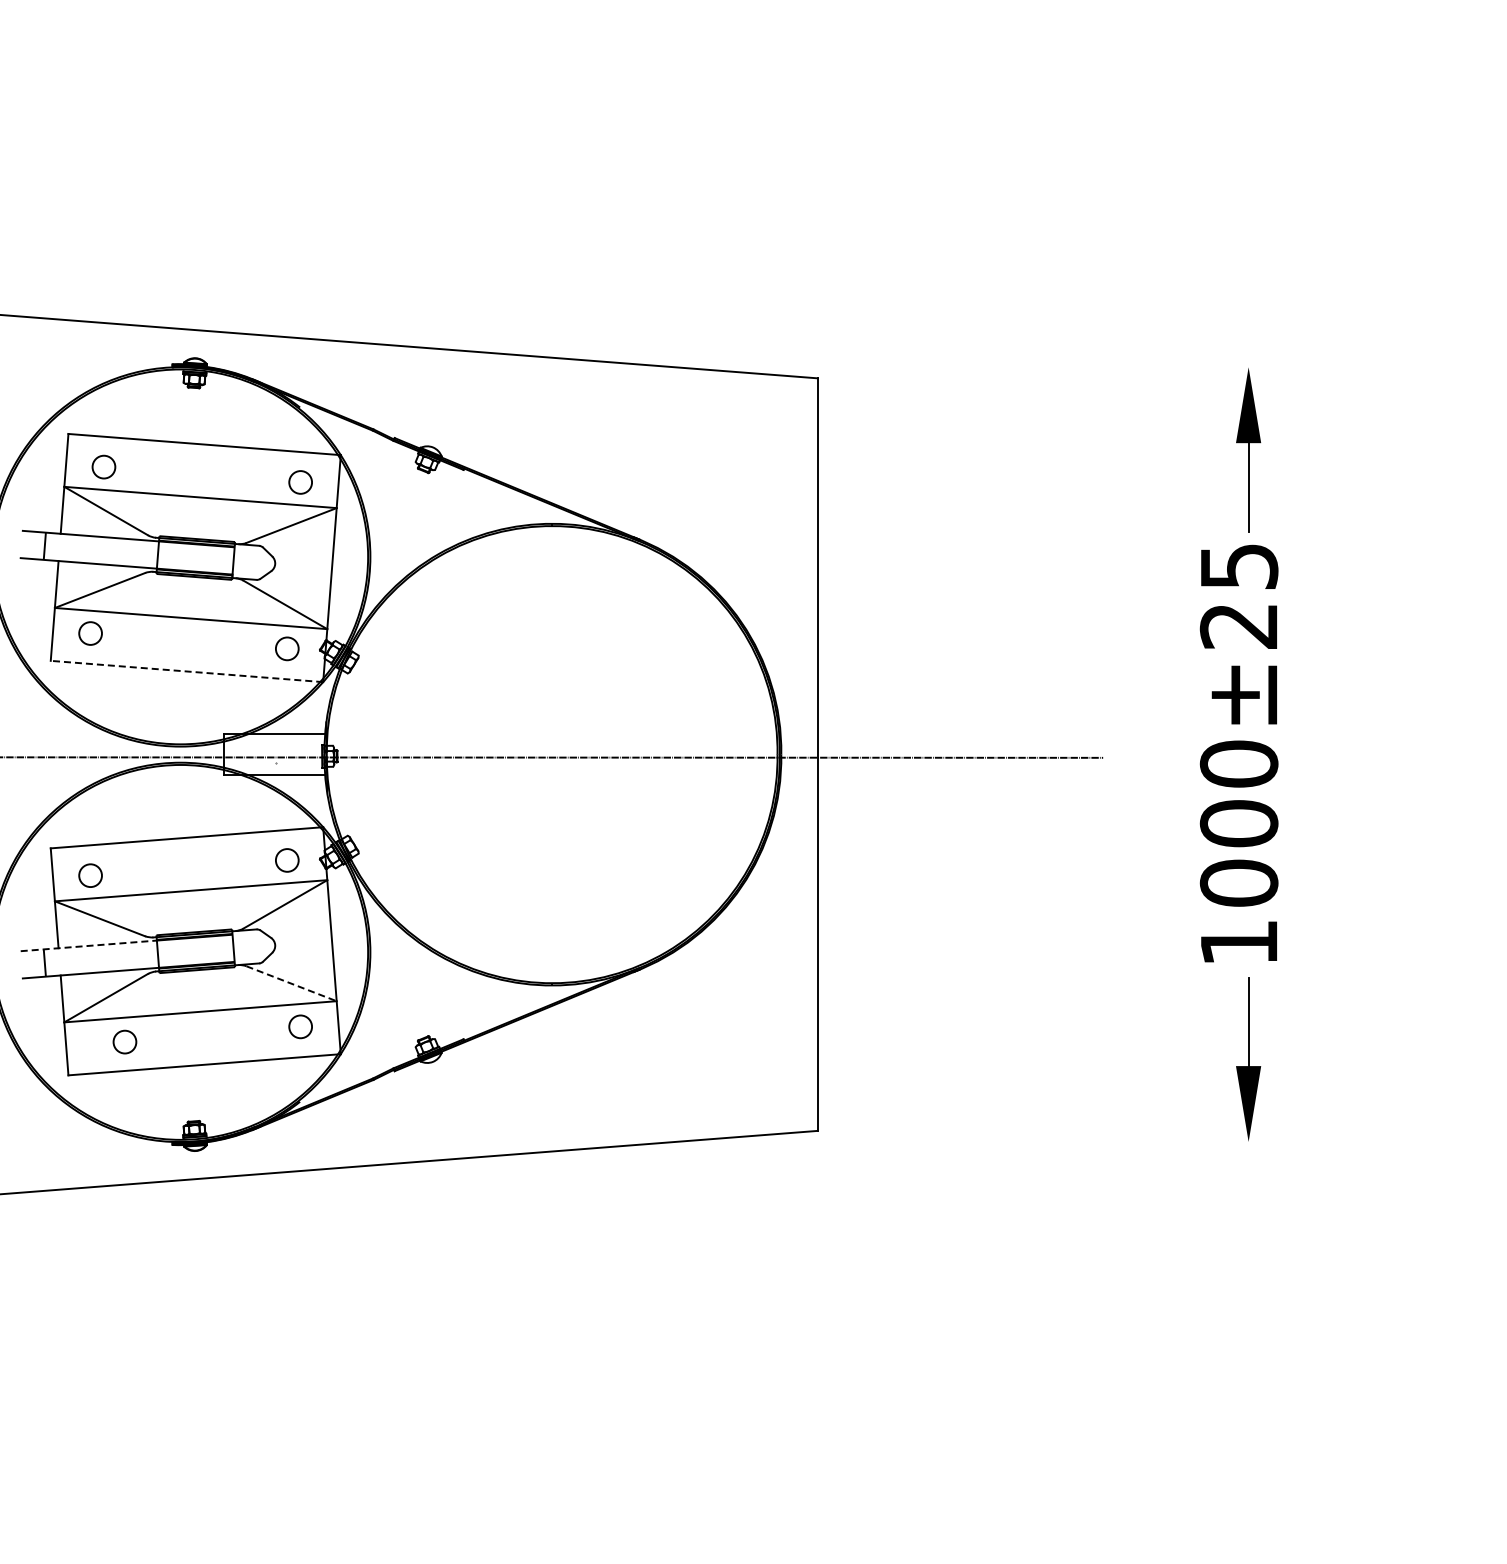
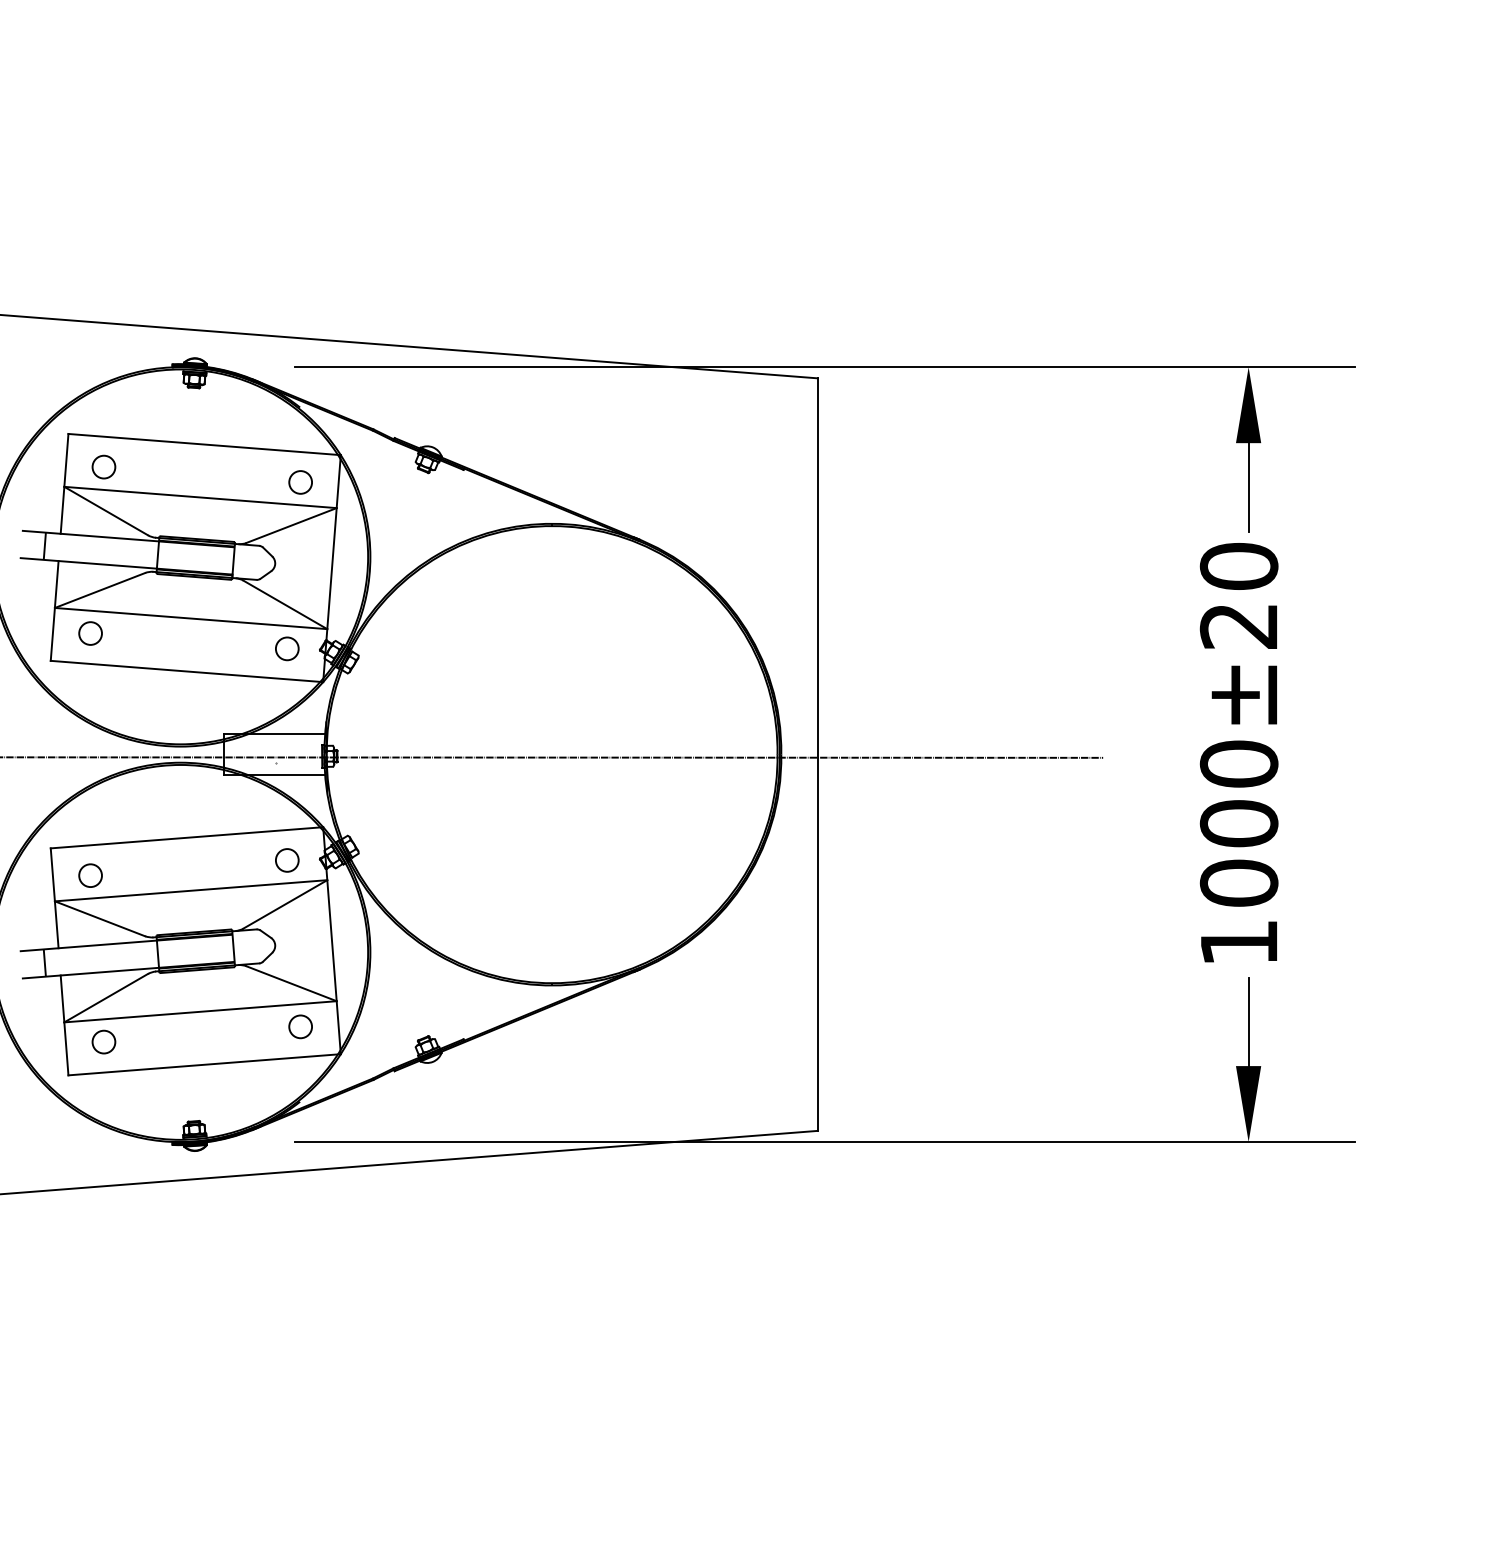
line at (825, 367): none -> present
text at (1238, 566): 1000±25 -> 1000±20
line at (186, 671): dashed -> solid
line at (89, 945): dashed -> solid
line at (292, 983): dashed -> solid
circle at (124, 1041) position: (124, 1041) -> (103, 1041)
line at (825, 1141): none -> present
